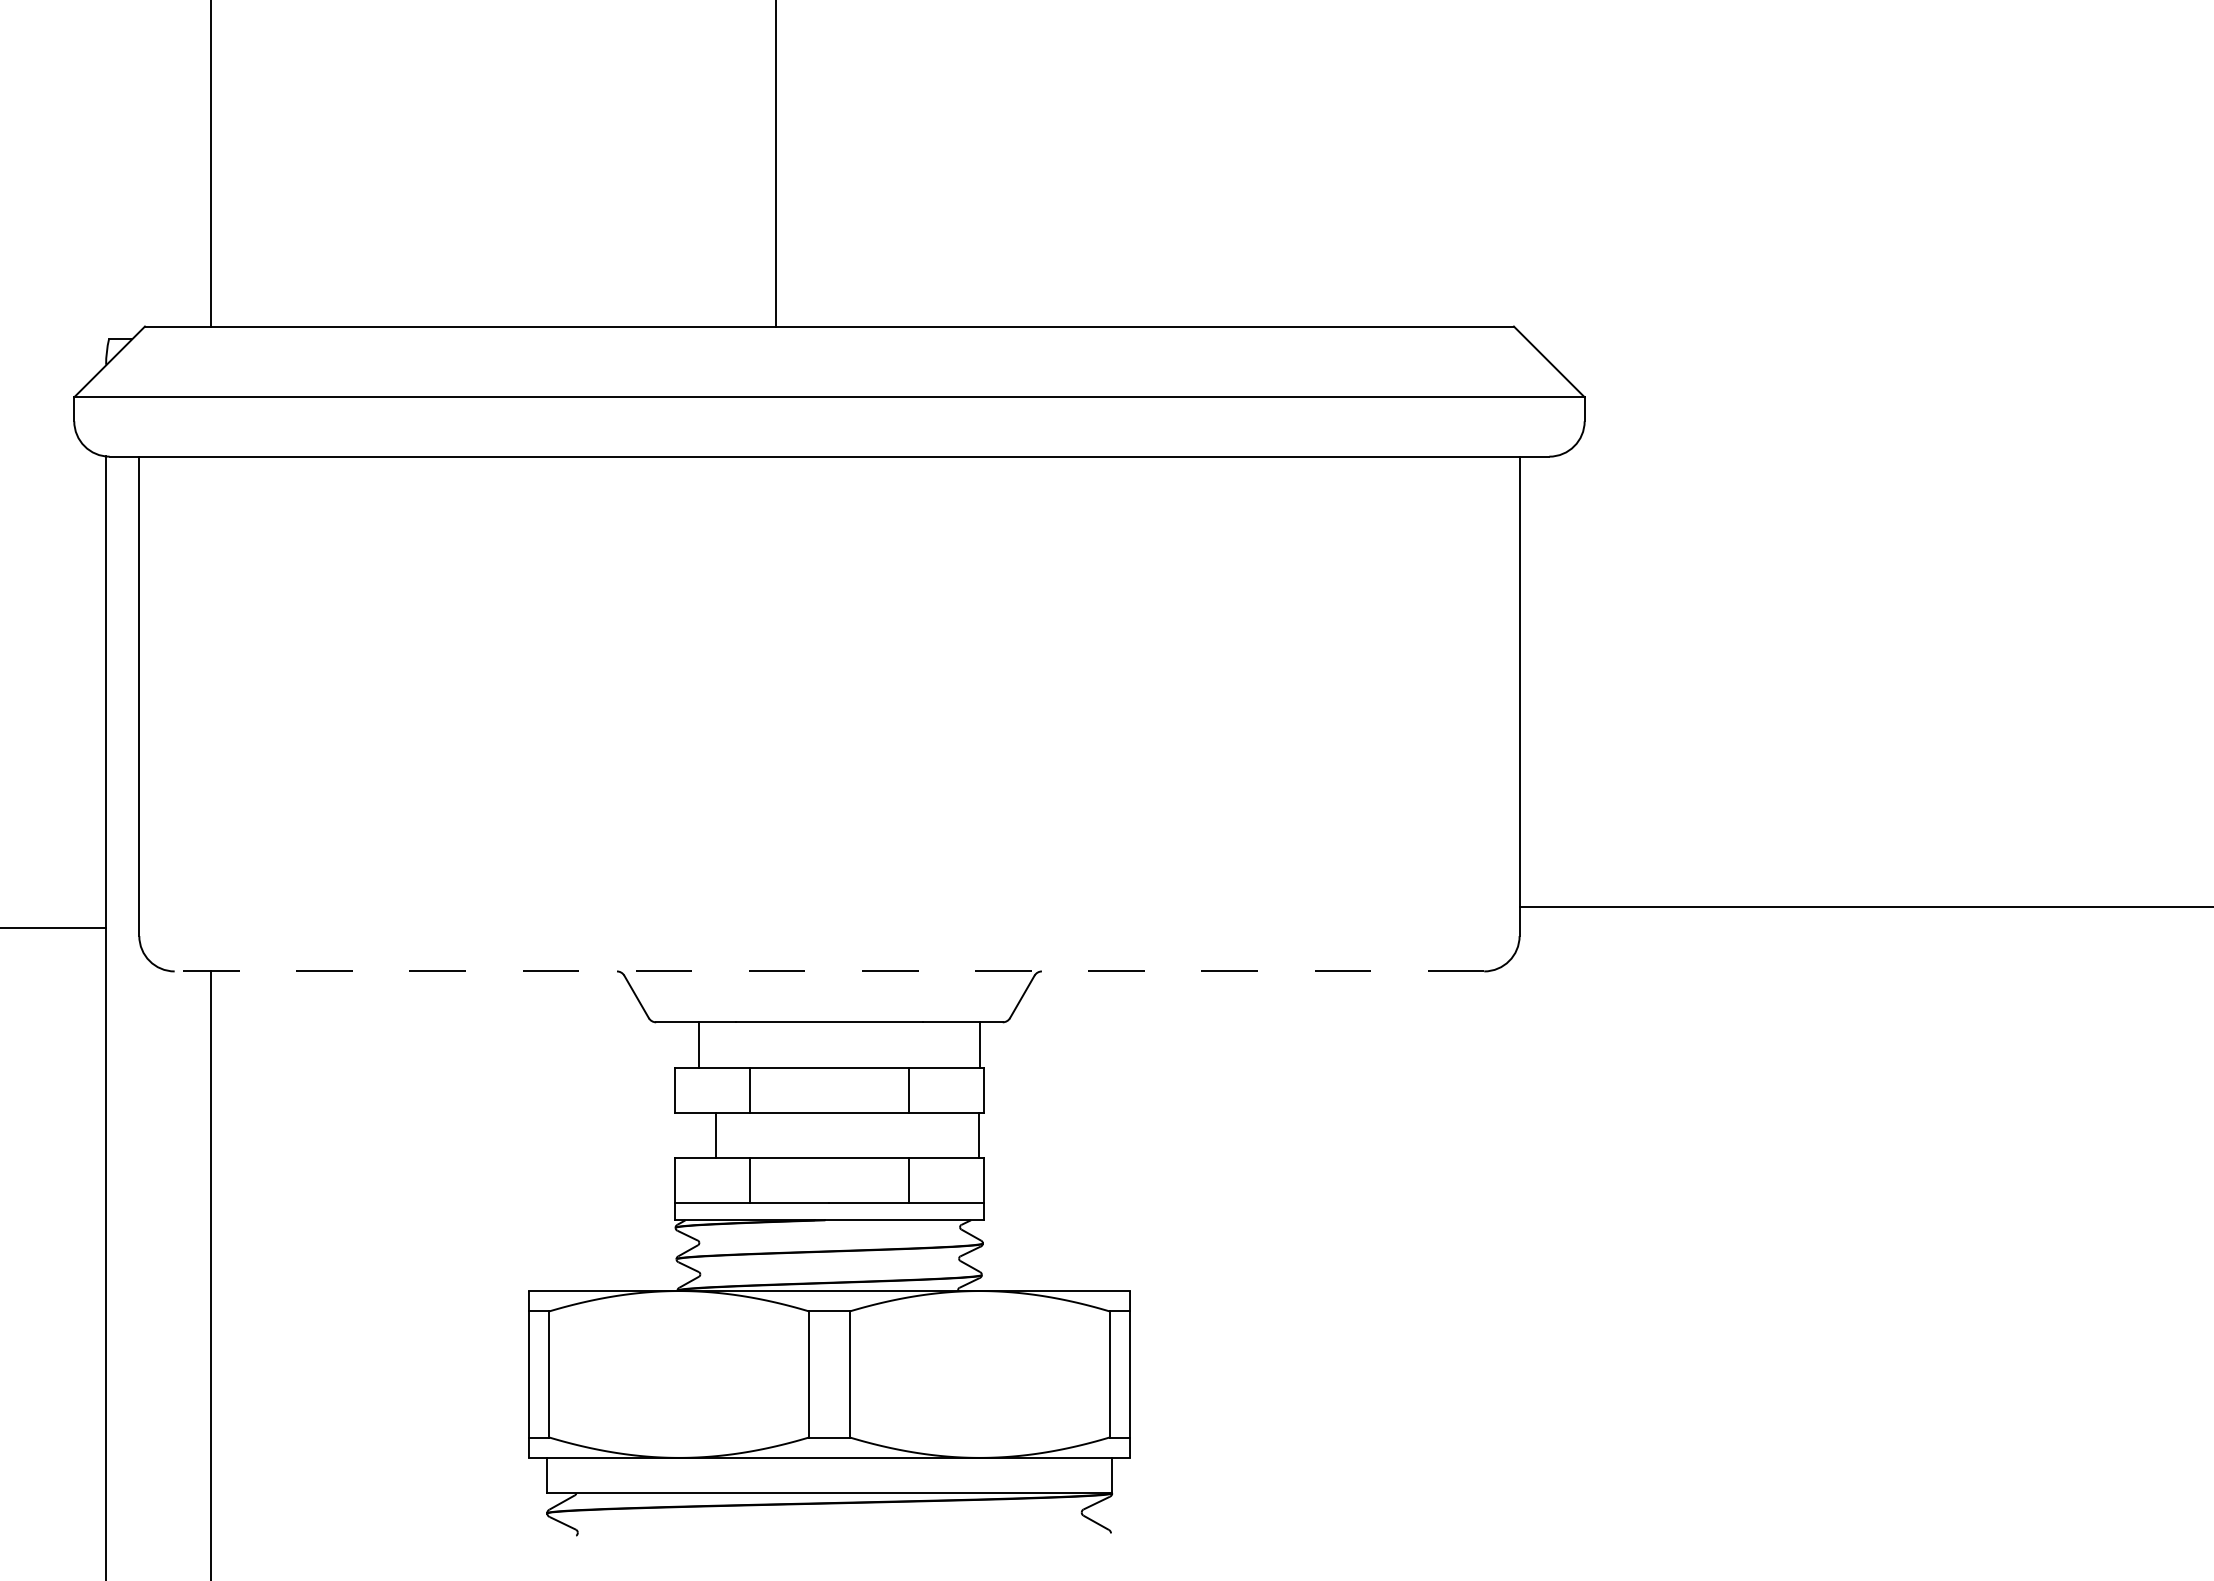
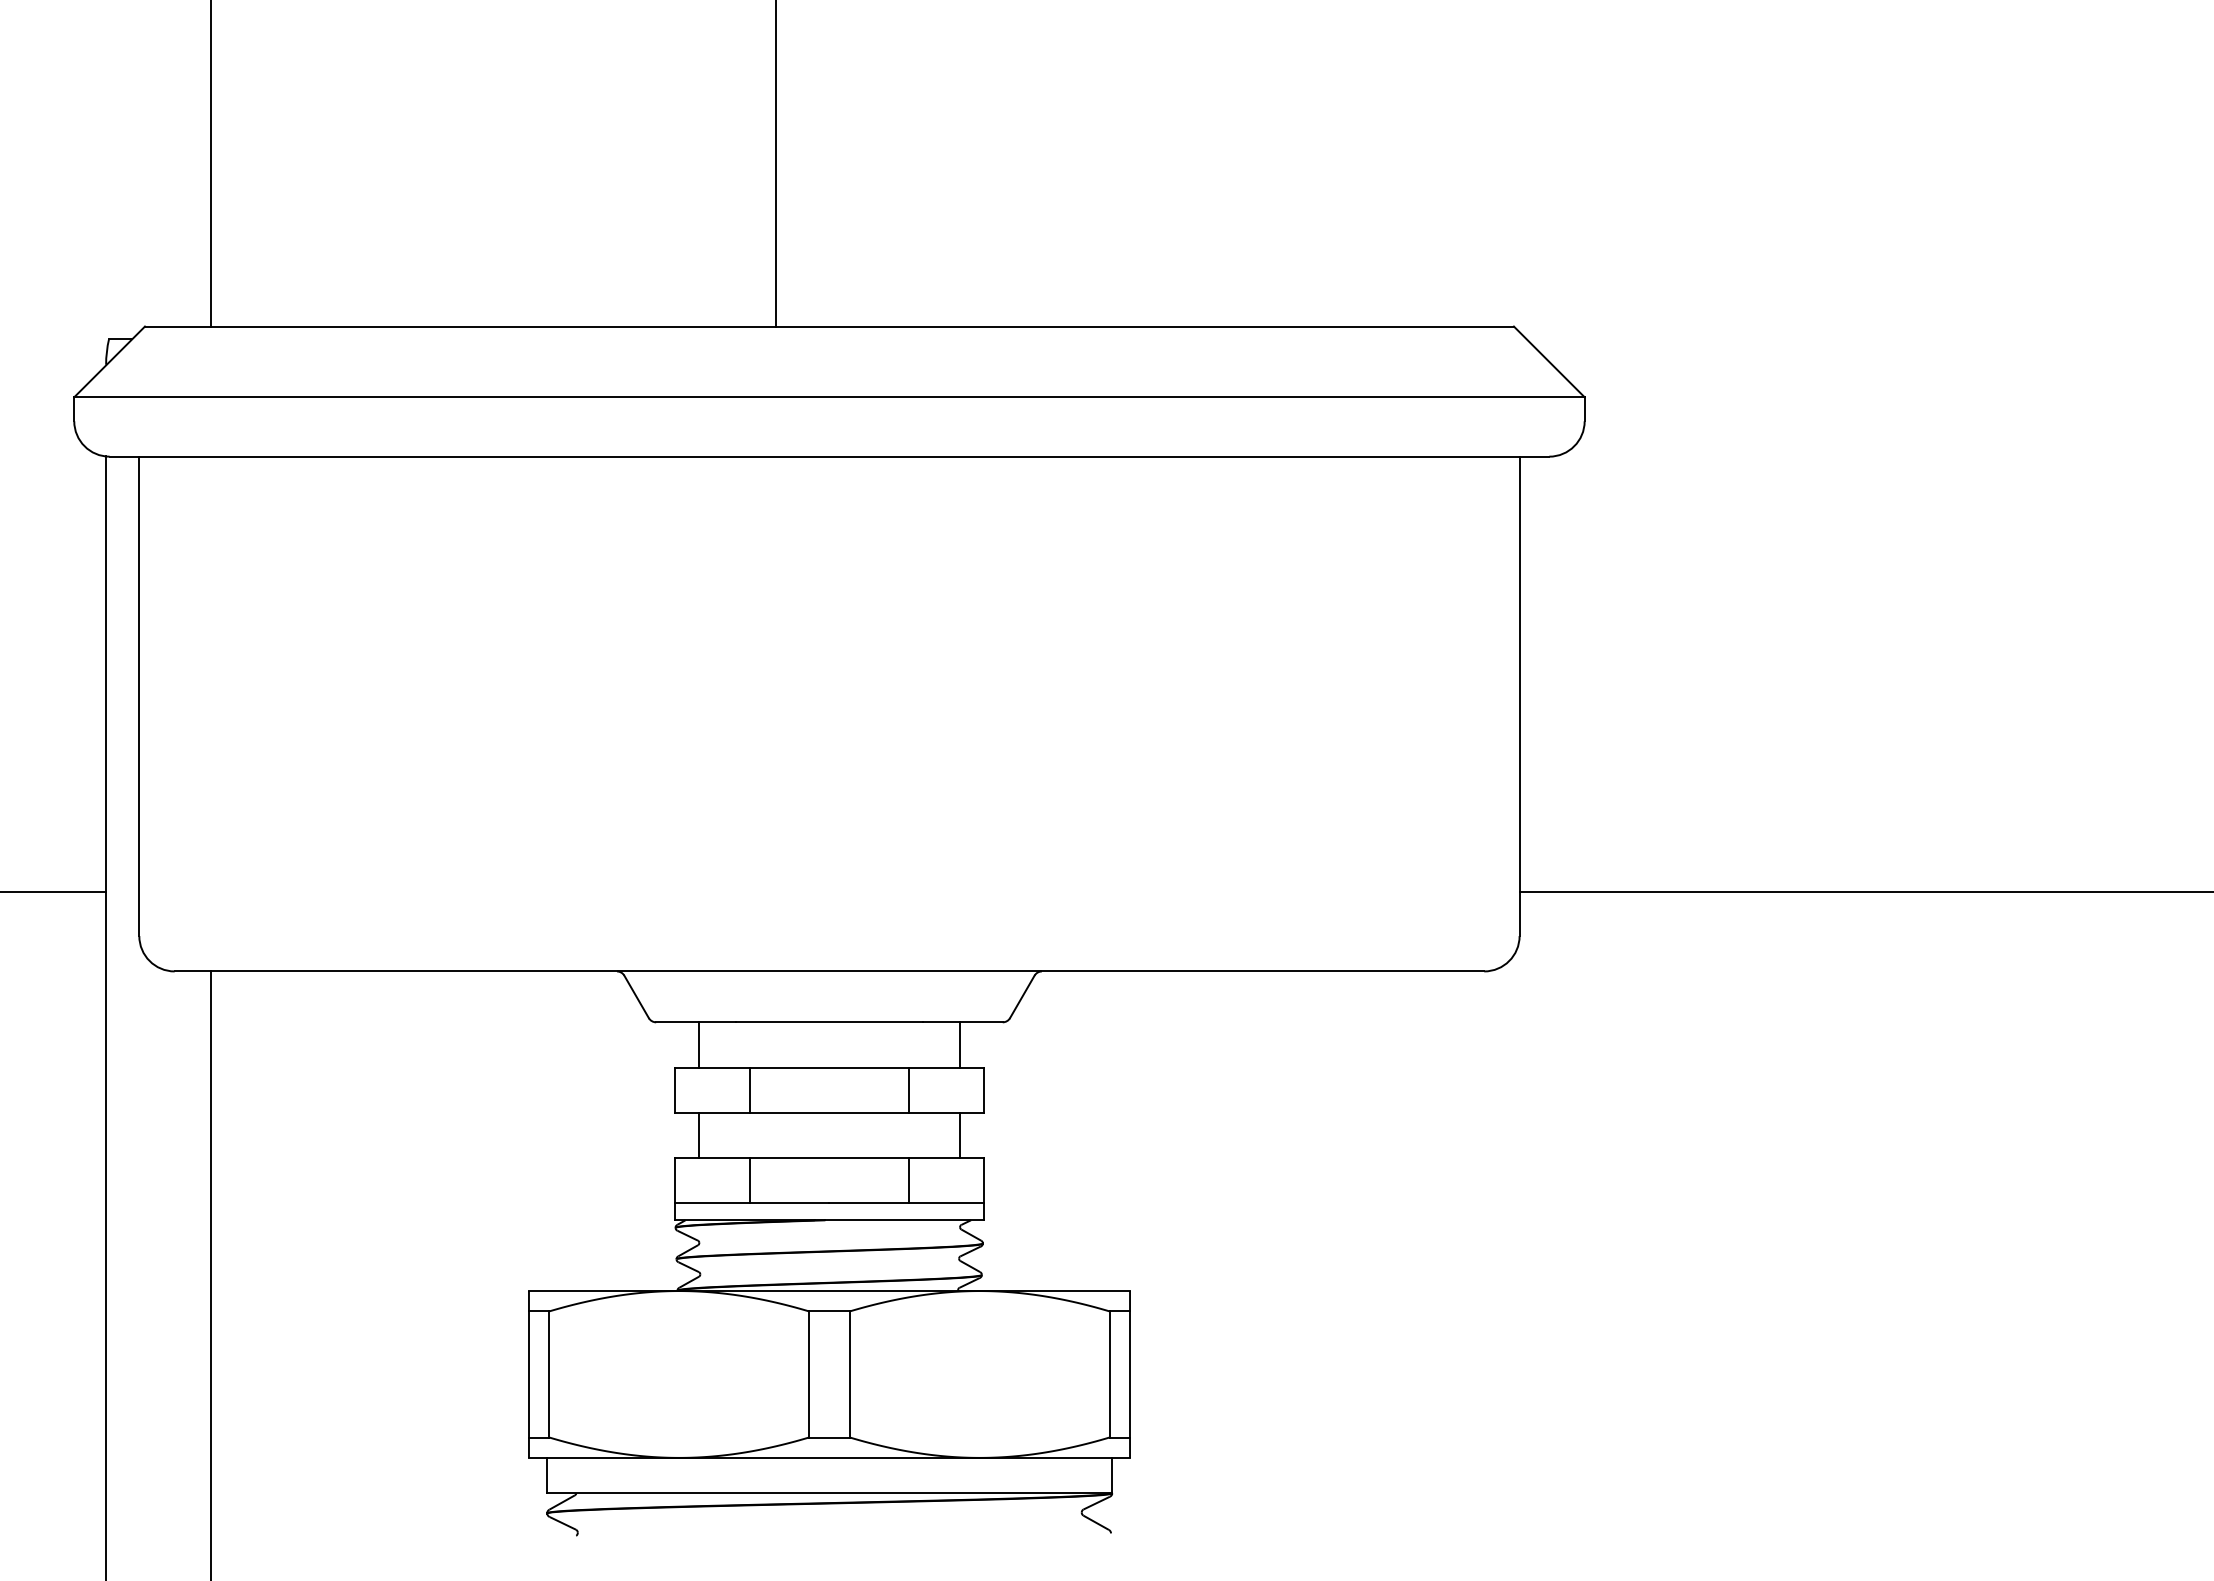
line at (1864, 906) position: (1864, 906) -> (1864, 891)
line at (54, 927) position: (54, 927) -> (54, 891)
line at (829, 971): dashed -> solid
line at (979, 1044) position: (979, 1044) -> (959, 1044)
line at (716, 1135) position: (716, 1135) -> (699, 1135)
line at (978, 1135) position: (978, 1135) -> (959, 1135)
